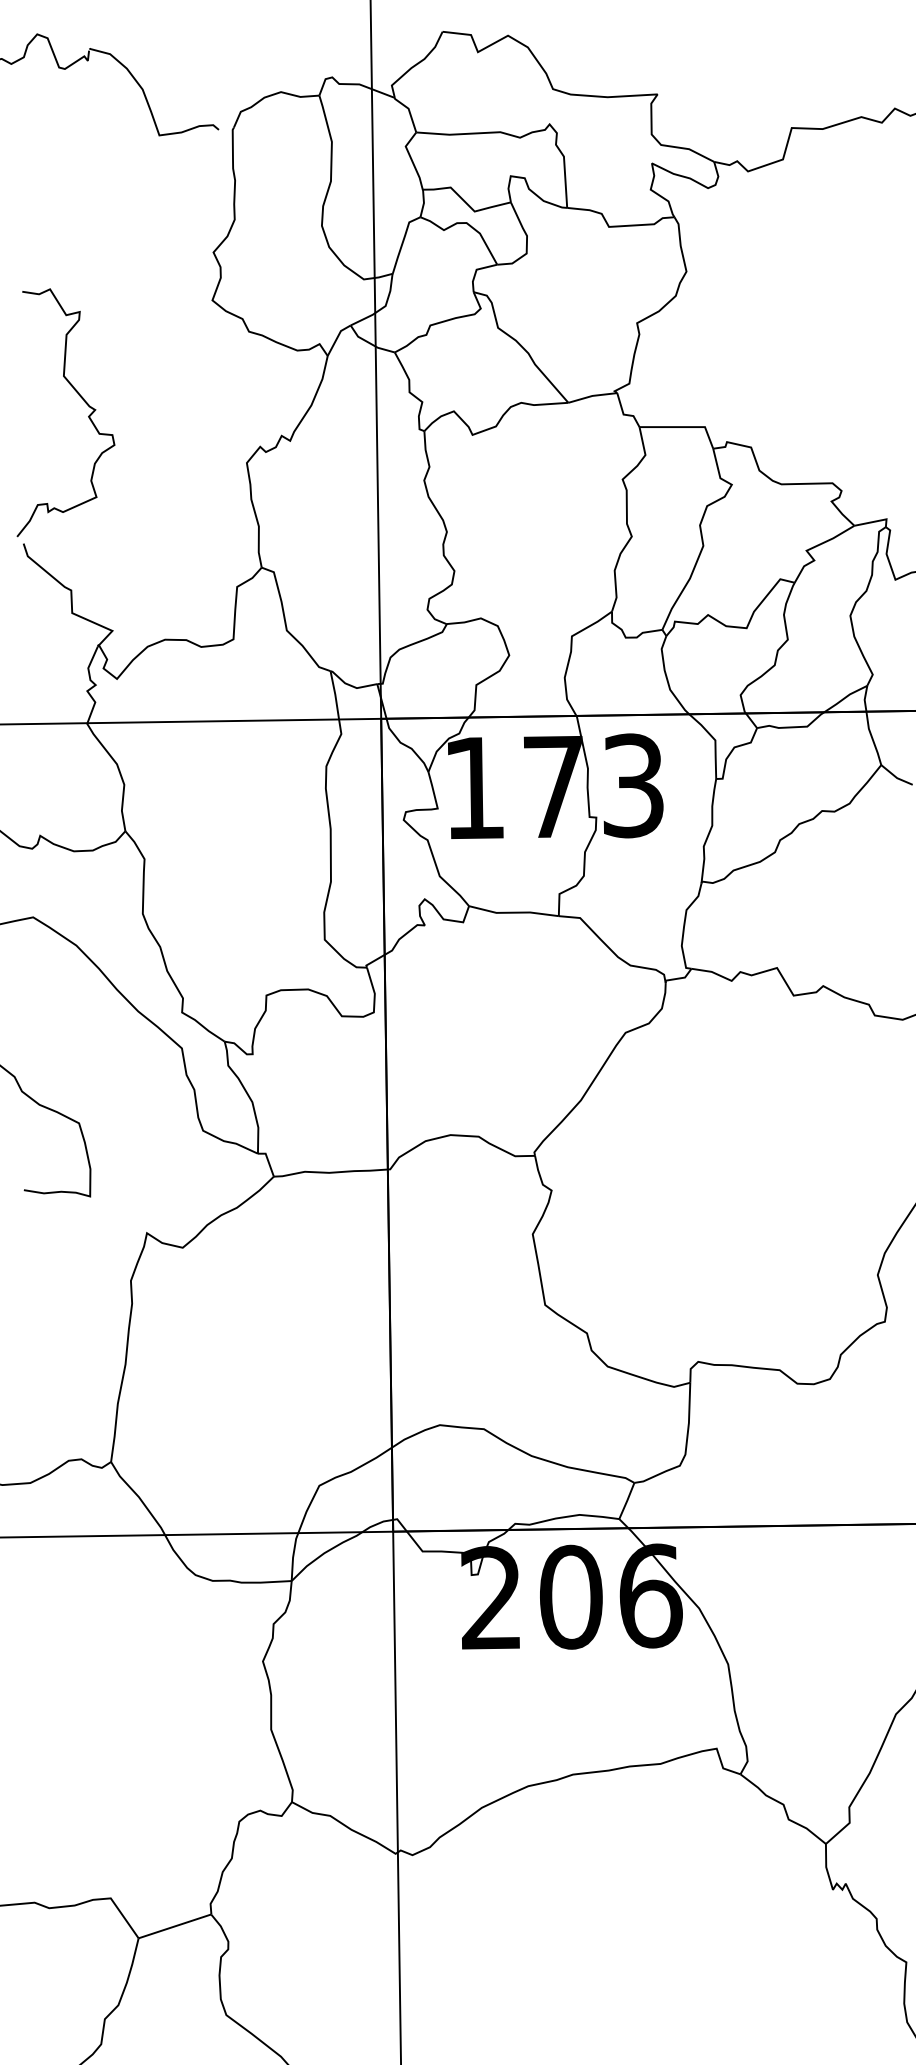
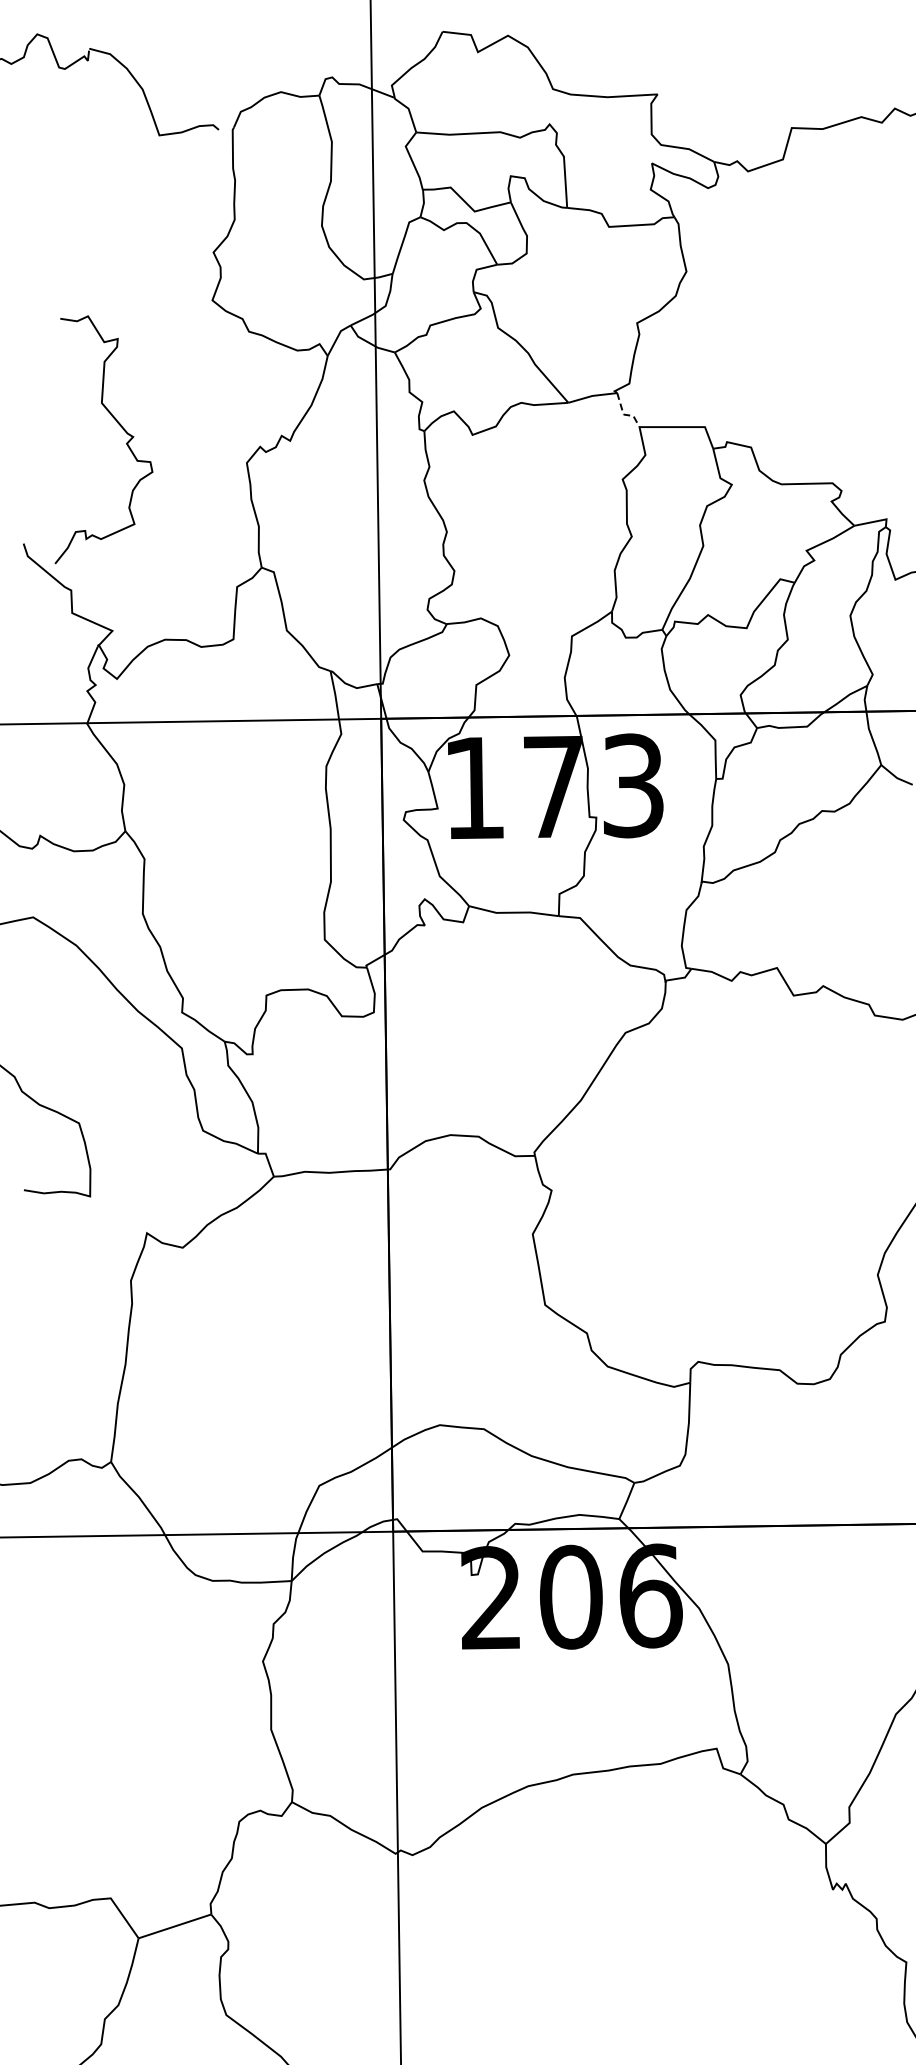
curve at (80, 397) position: (80, 397) -> (118, 424)
line at (623, 414): solid -> dashed
